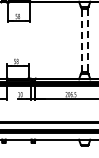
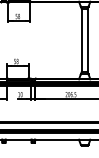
line at (81, 40): dashed -> solid
line at (87, 41): dashed -> solid
